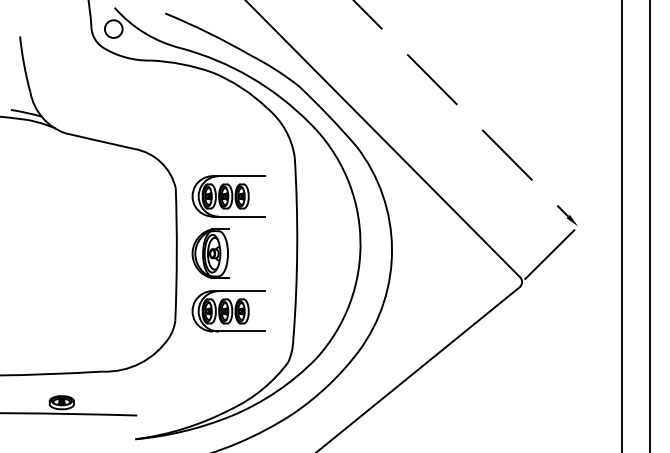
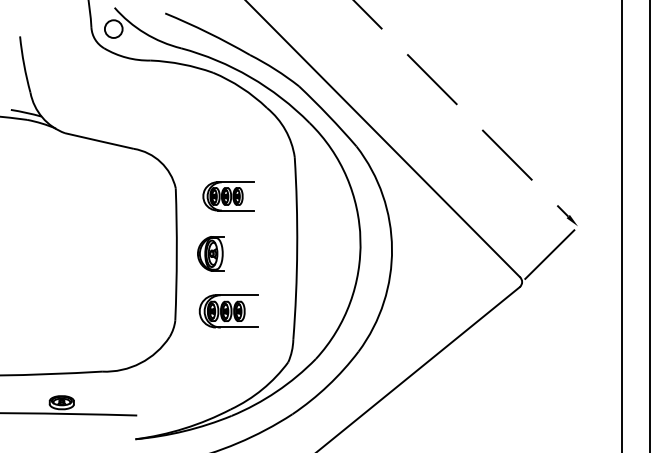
part at (228, 196) size: 75x43 px -> 53x31 px
part at (210, 253) size: 39x52 px -> 28x36 px
part at (228, 311) size: 75x43 px -> 61x35 px
